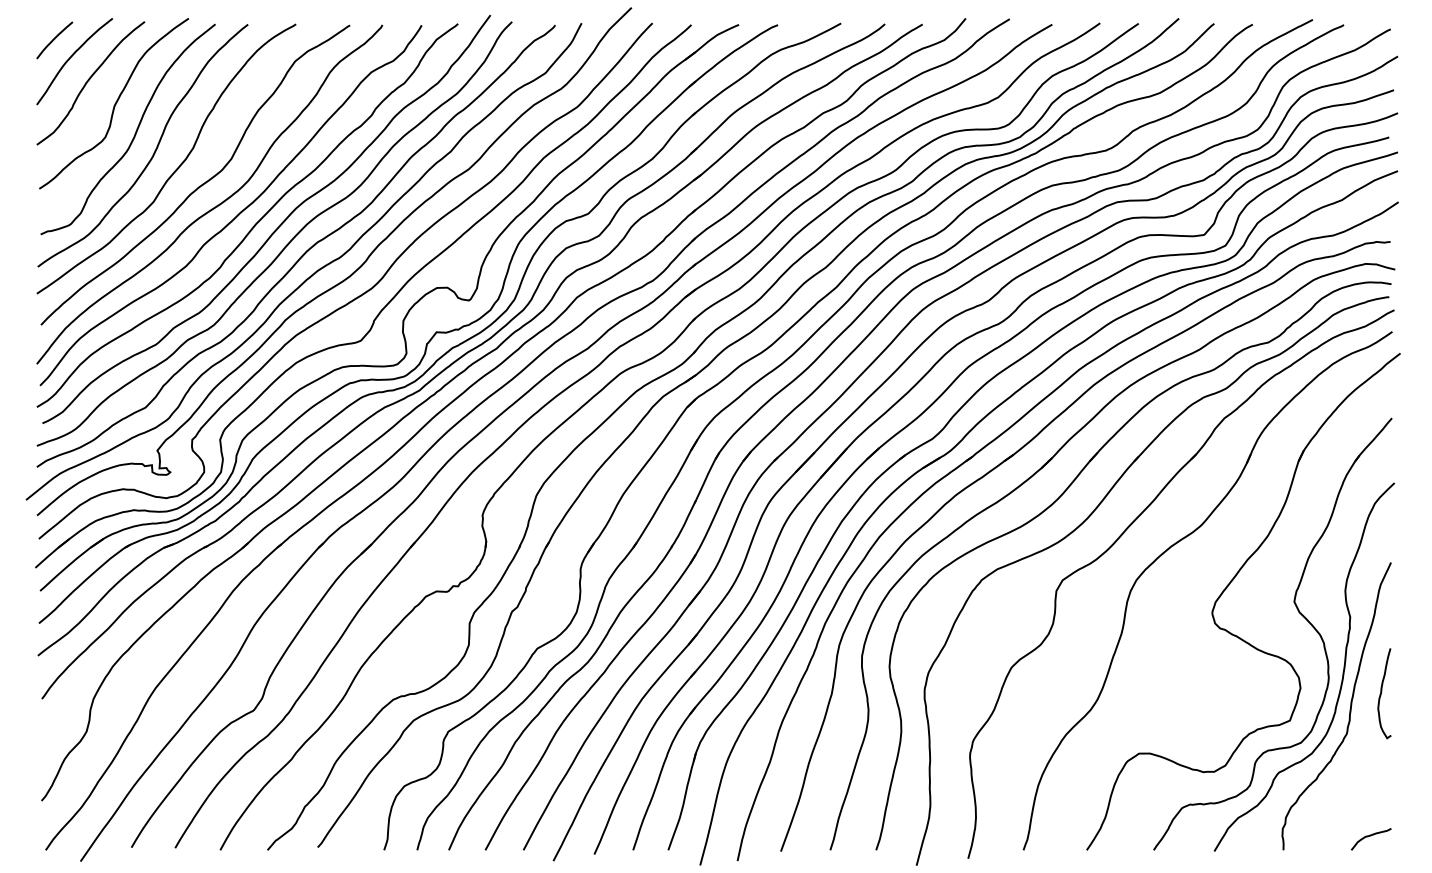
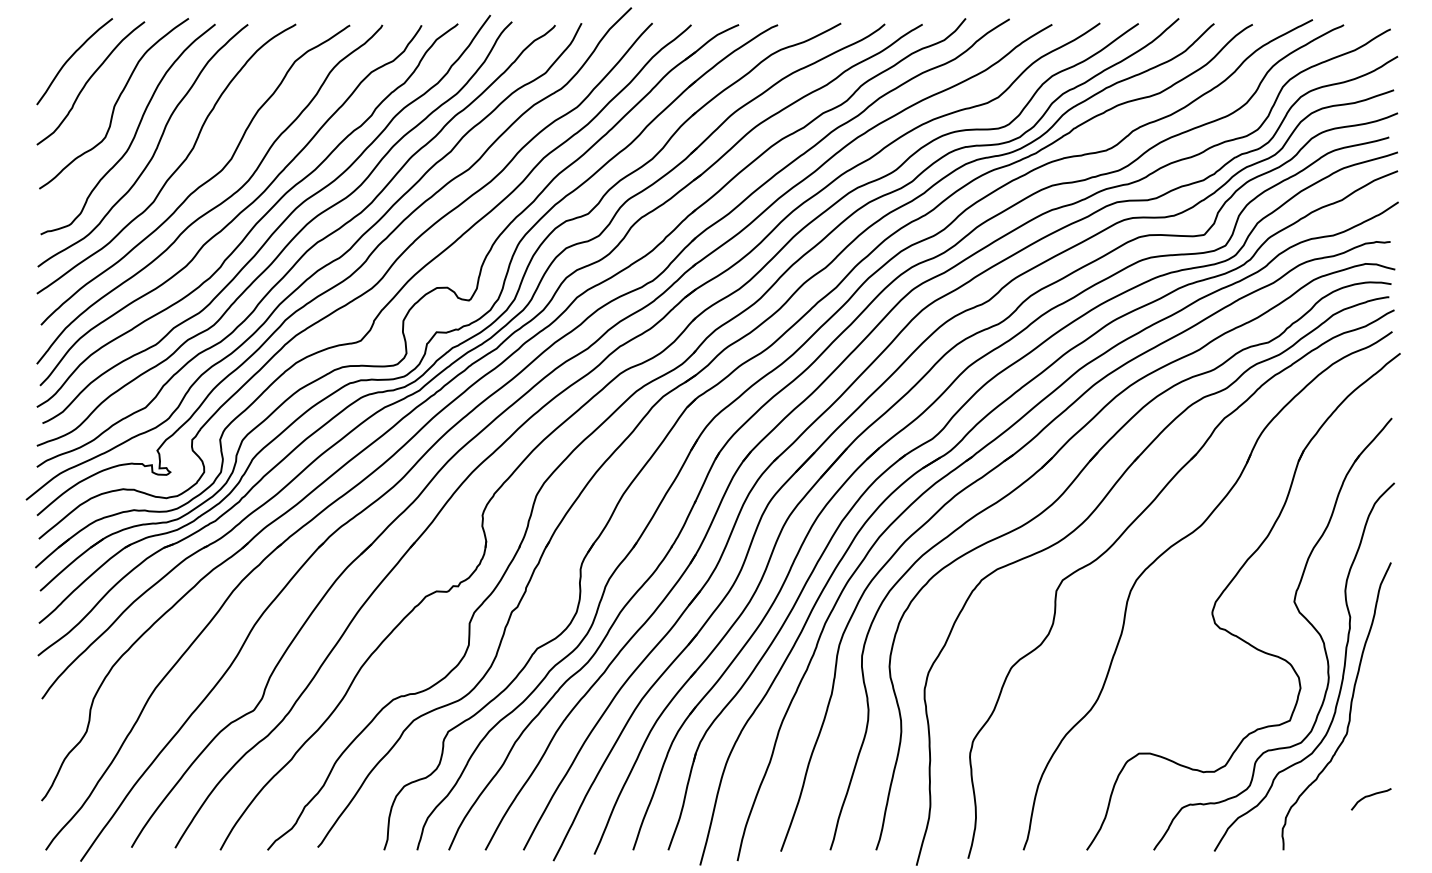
line at (54, 40): present -> none
curve at (1382, 692): present -> none
curve at (1371, 836) position: (1371, 836) -> (1371, 796)
